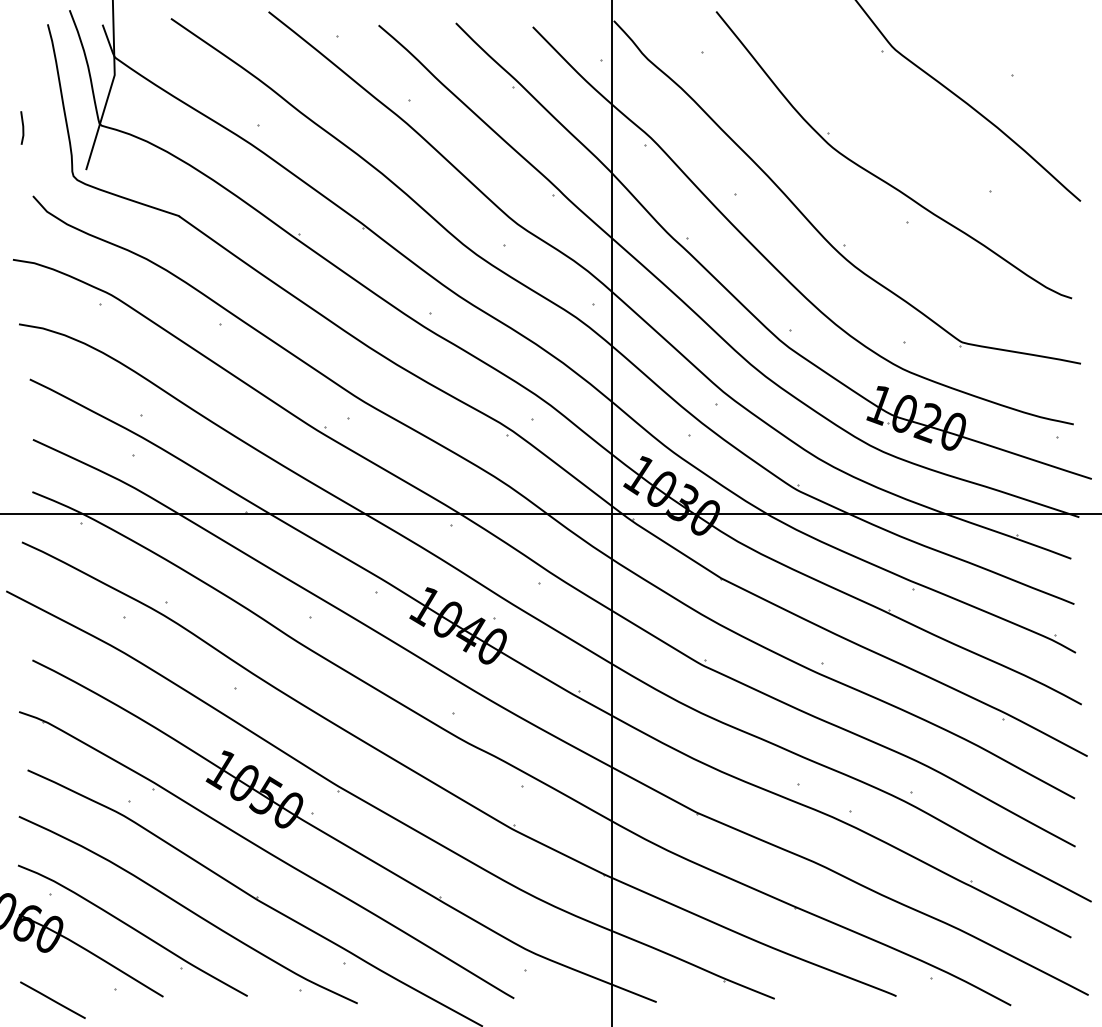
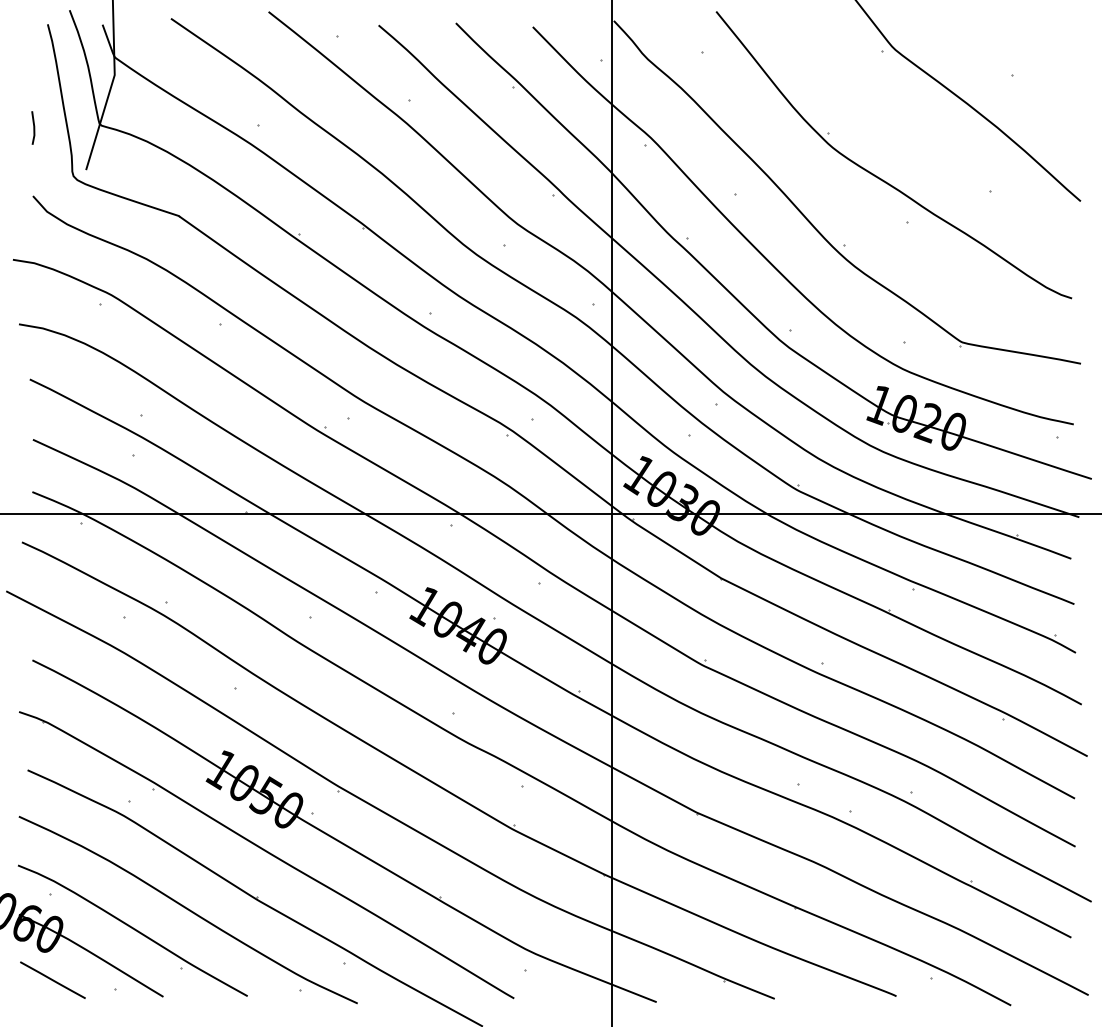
line at (22, 127) position: (22, 127) -> (33, 127)
line at (52, 999) position: (52, 999) -> (52, 979)
